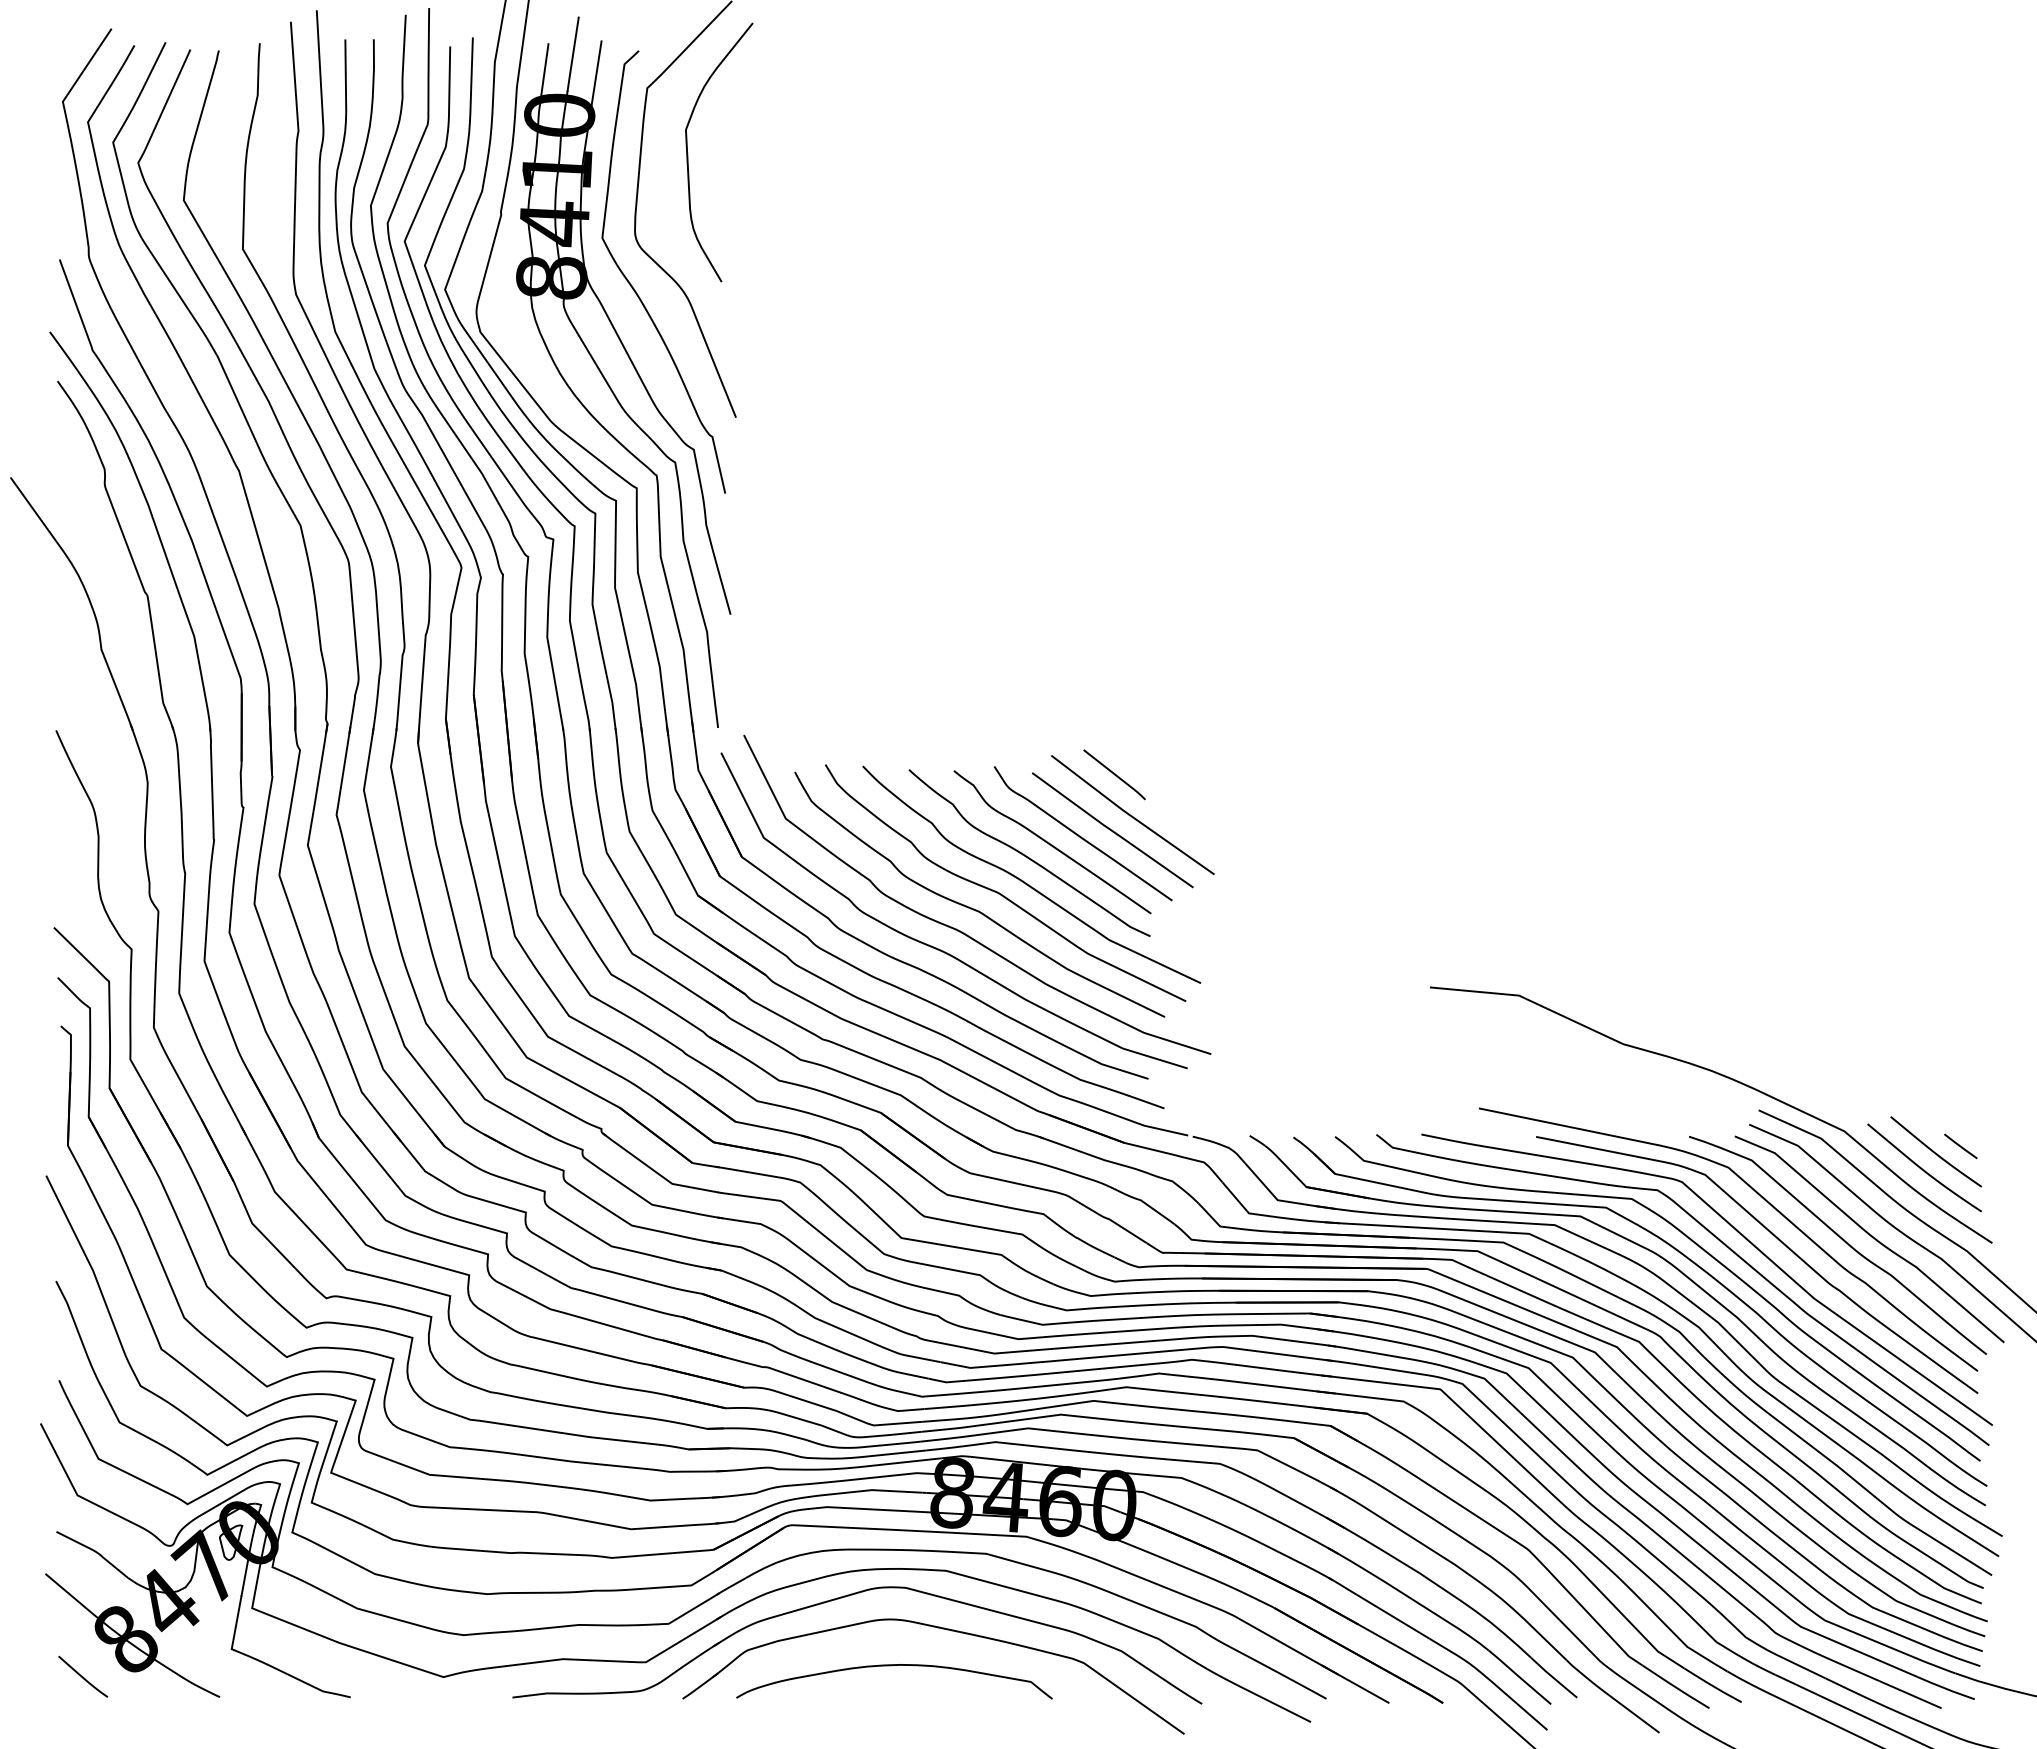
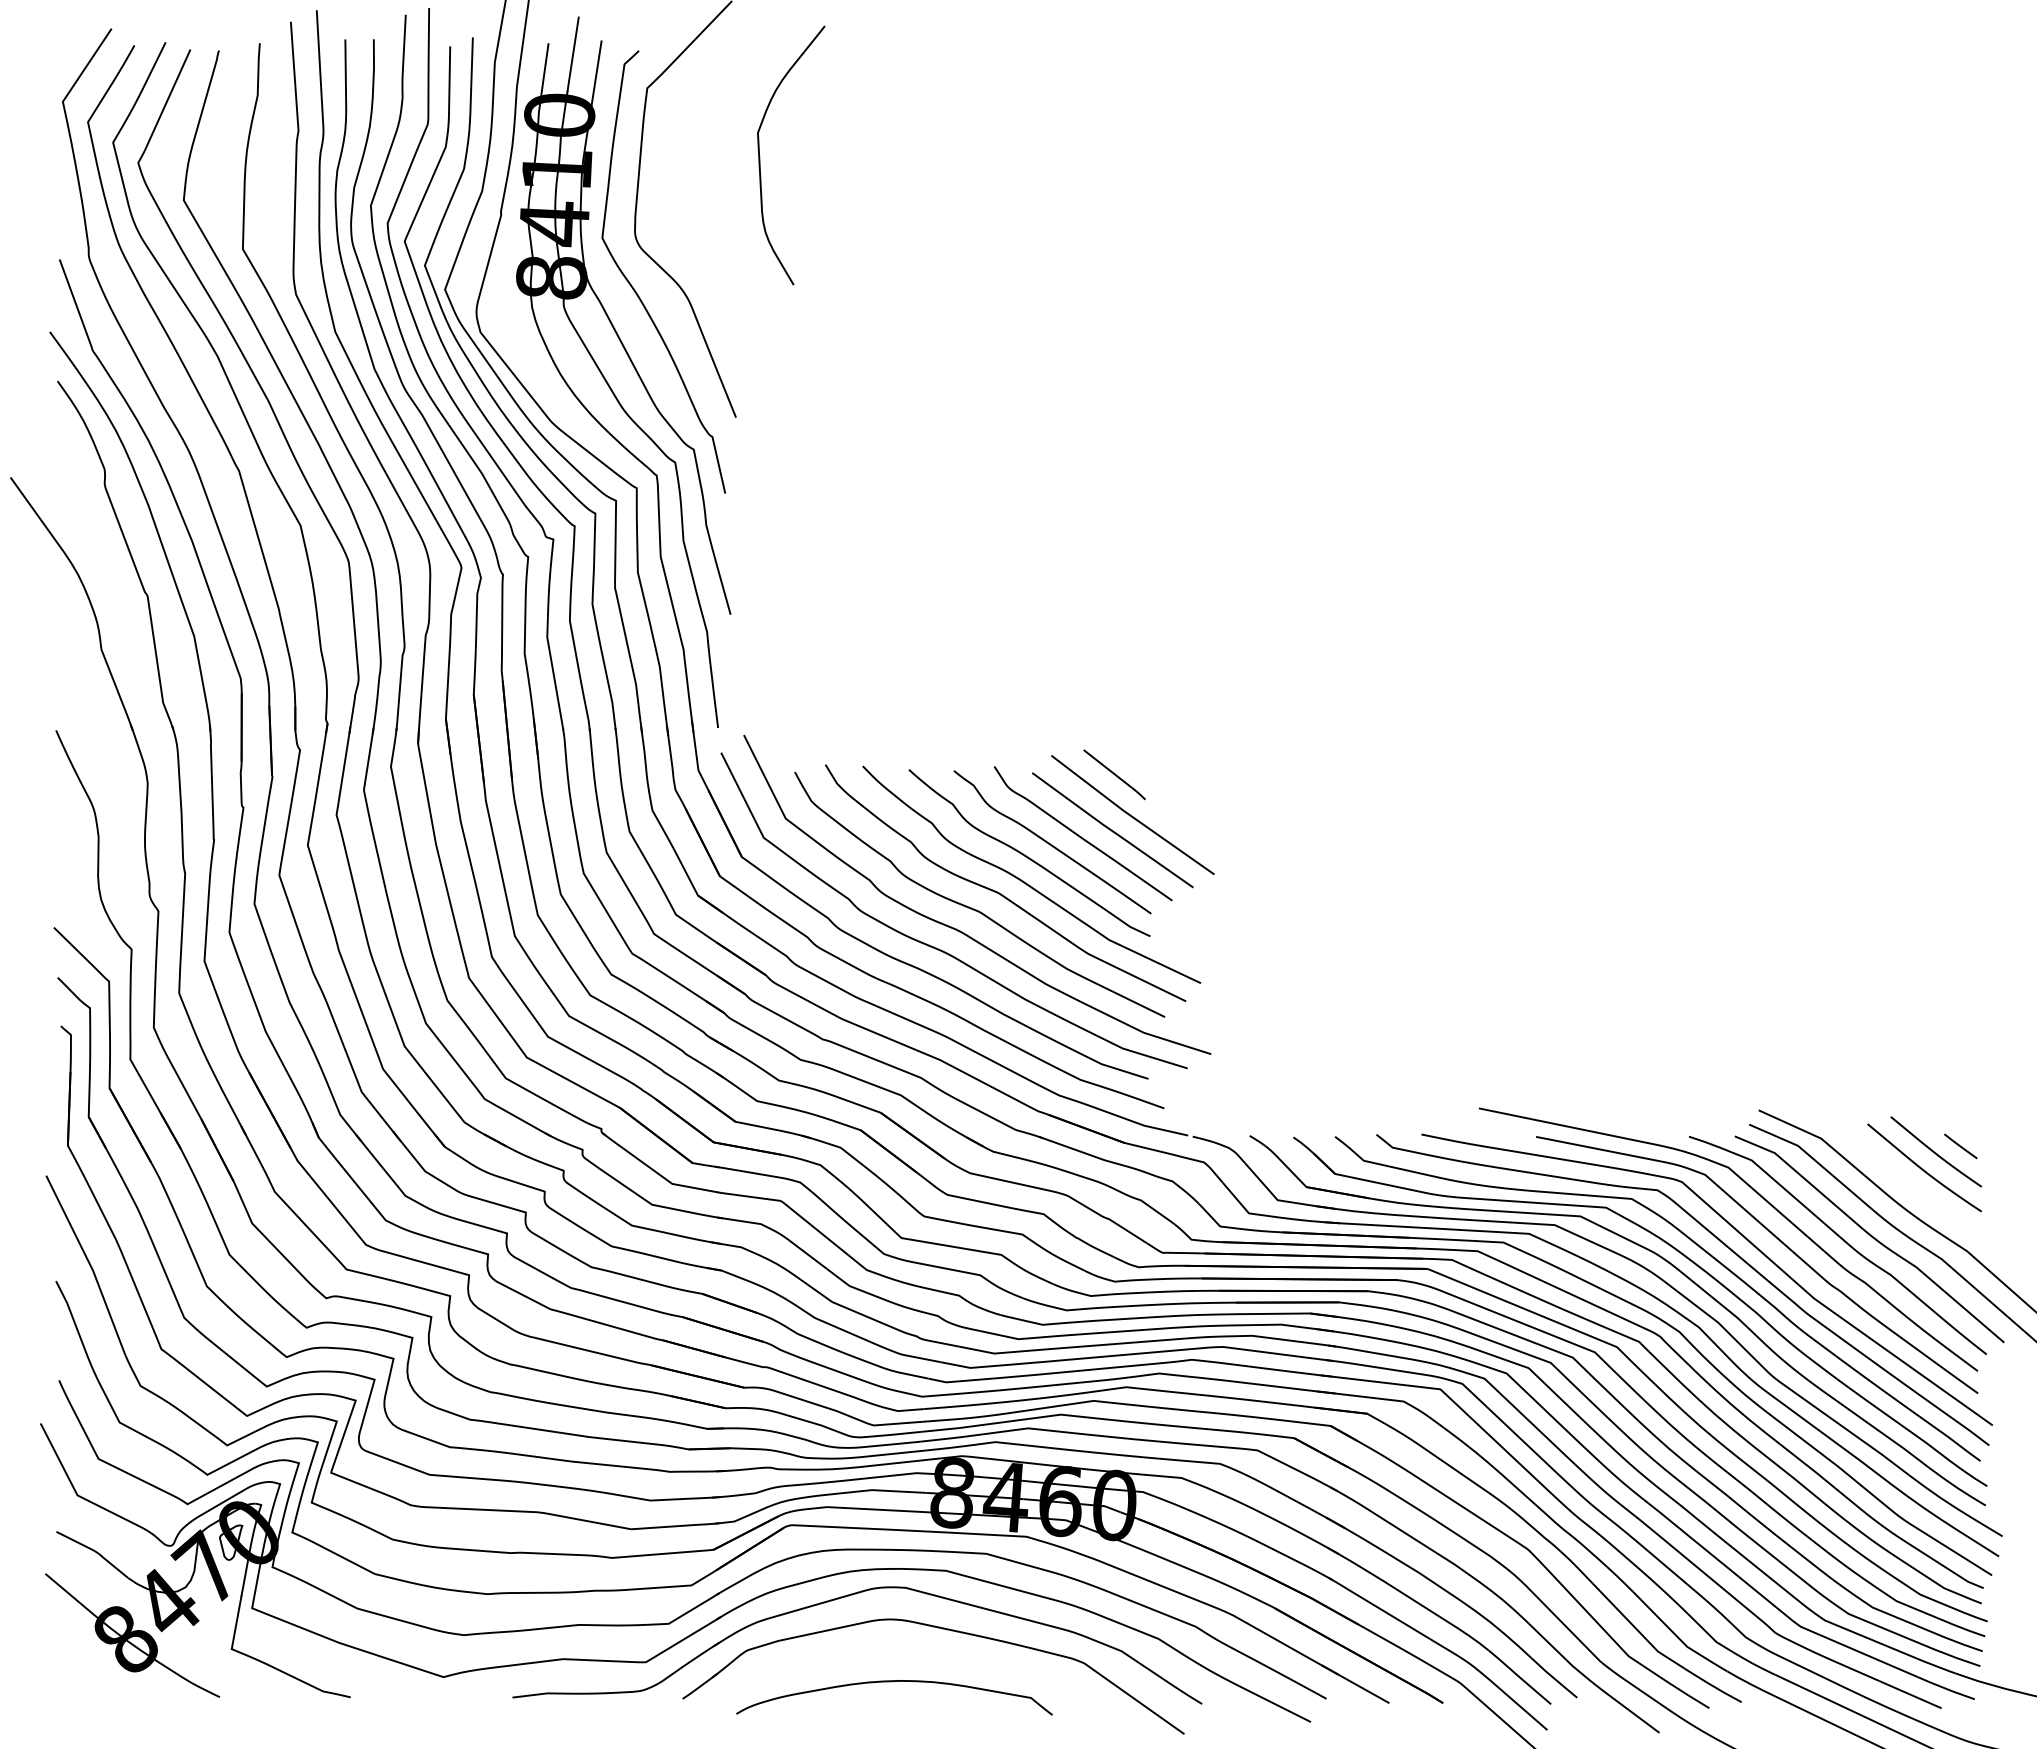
curve at (688, 153) position: (688, 153) -> (760, 156)
curve at (1724, 1077): present -> none
curve at (892, 1666) position: (892, 1666) -> (892, 1682)
curve at (83, 1676): present -> none
